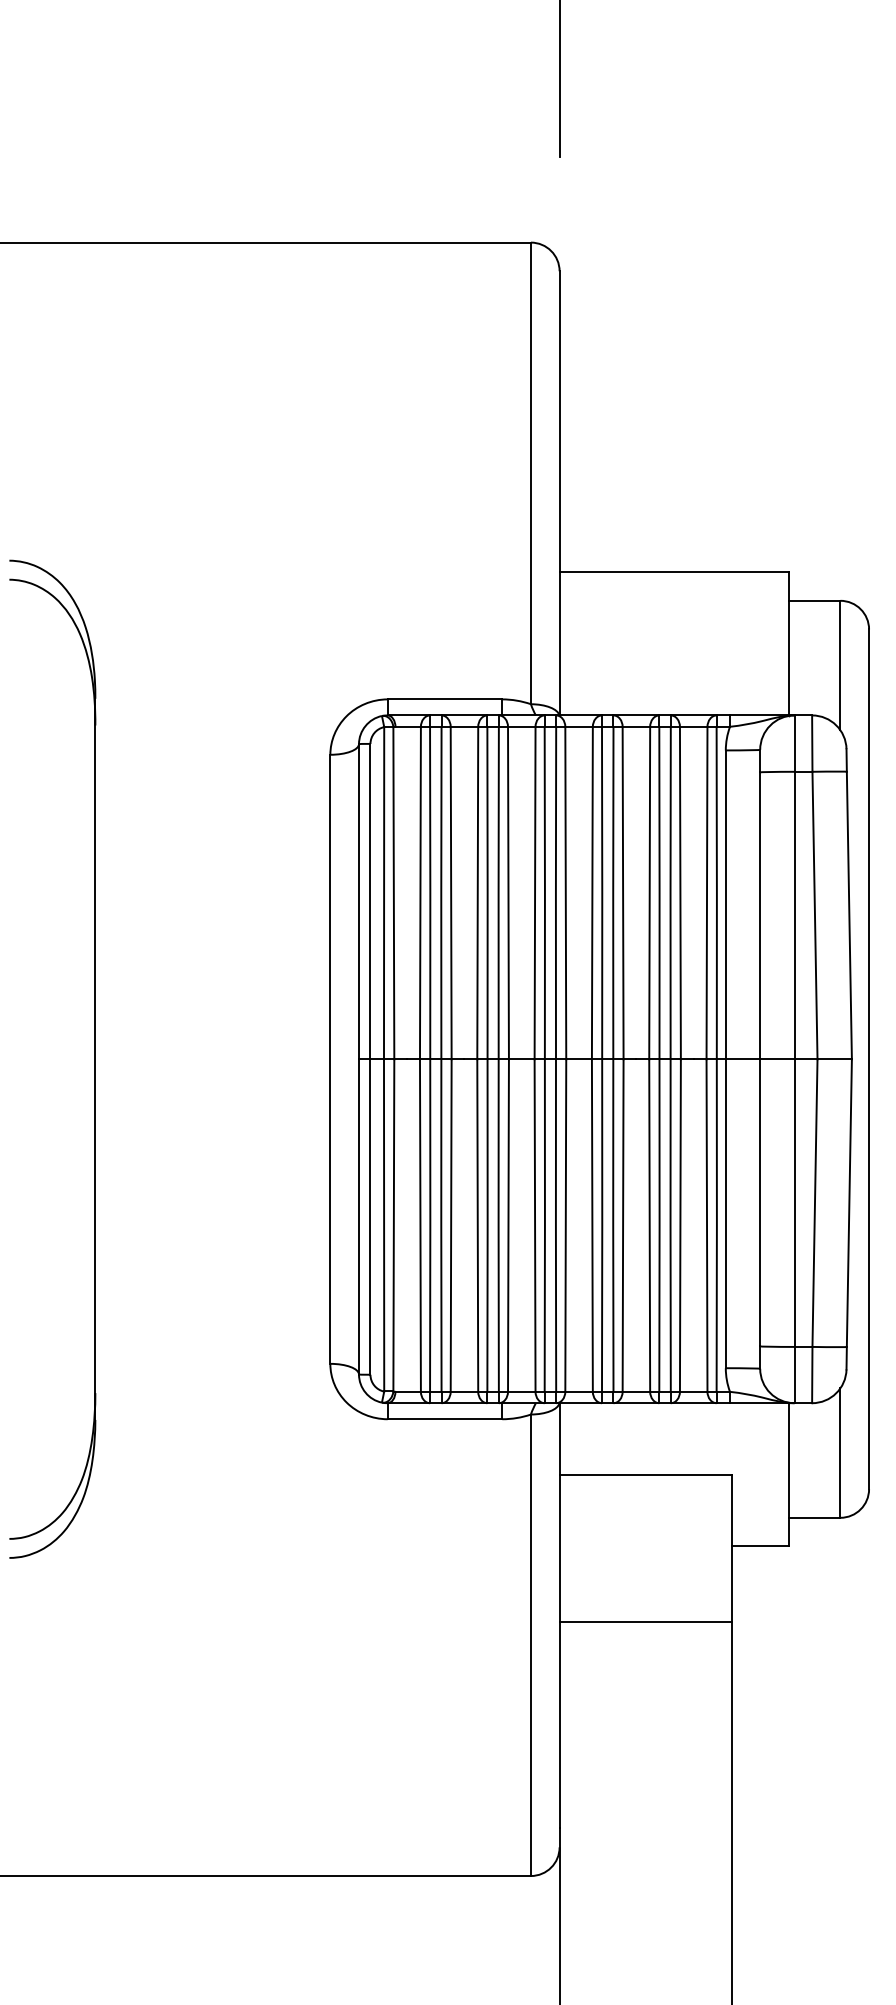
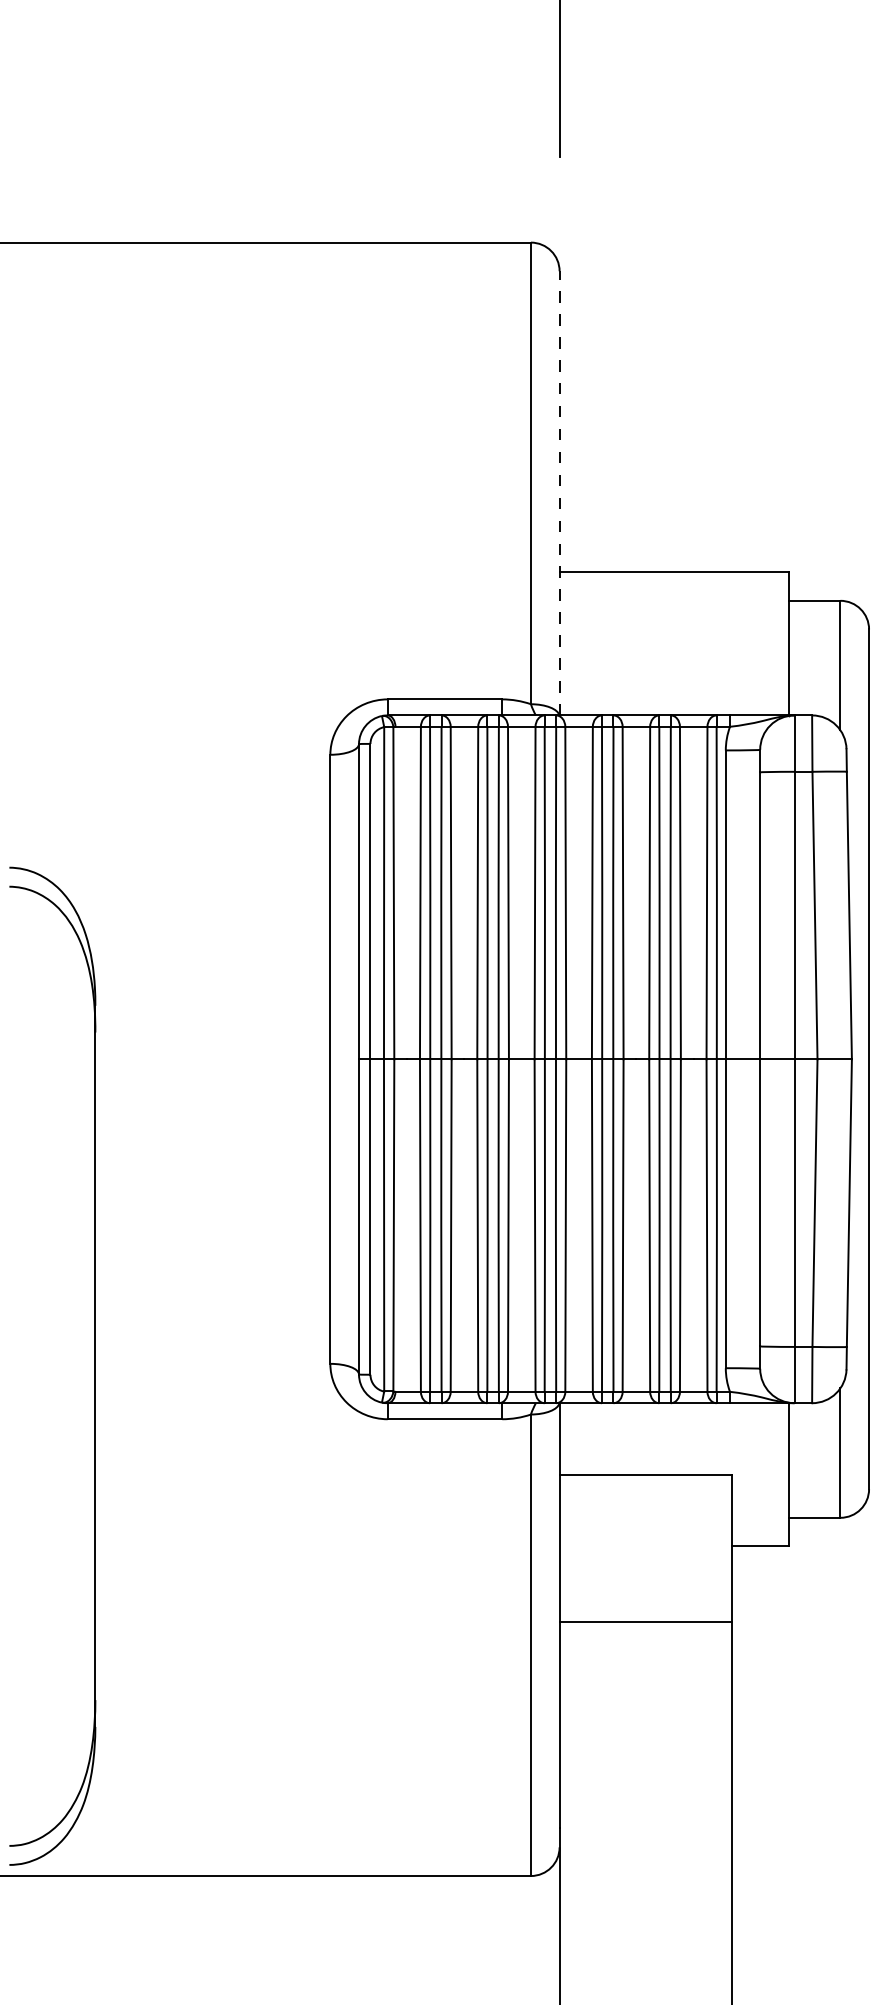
line at (559, 492): solid -> dashed
part at (94, 1058) position: (94, 1058) -> (94, 1365)
